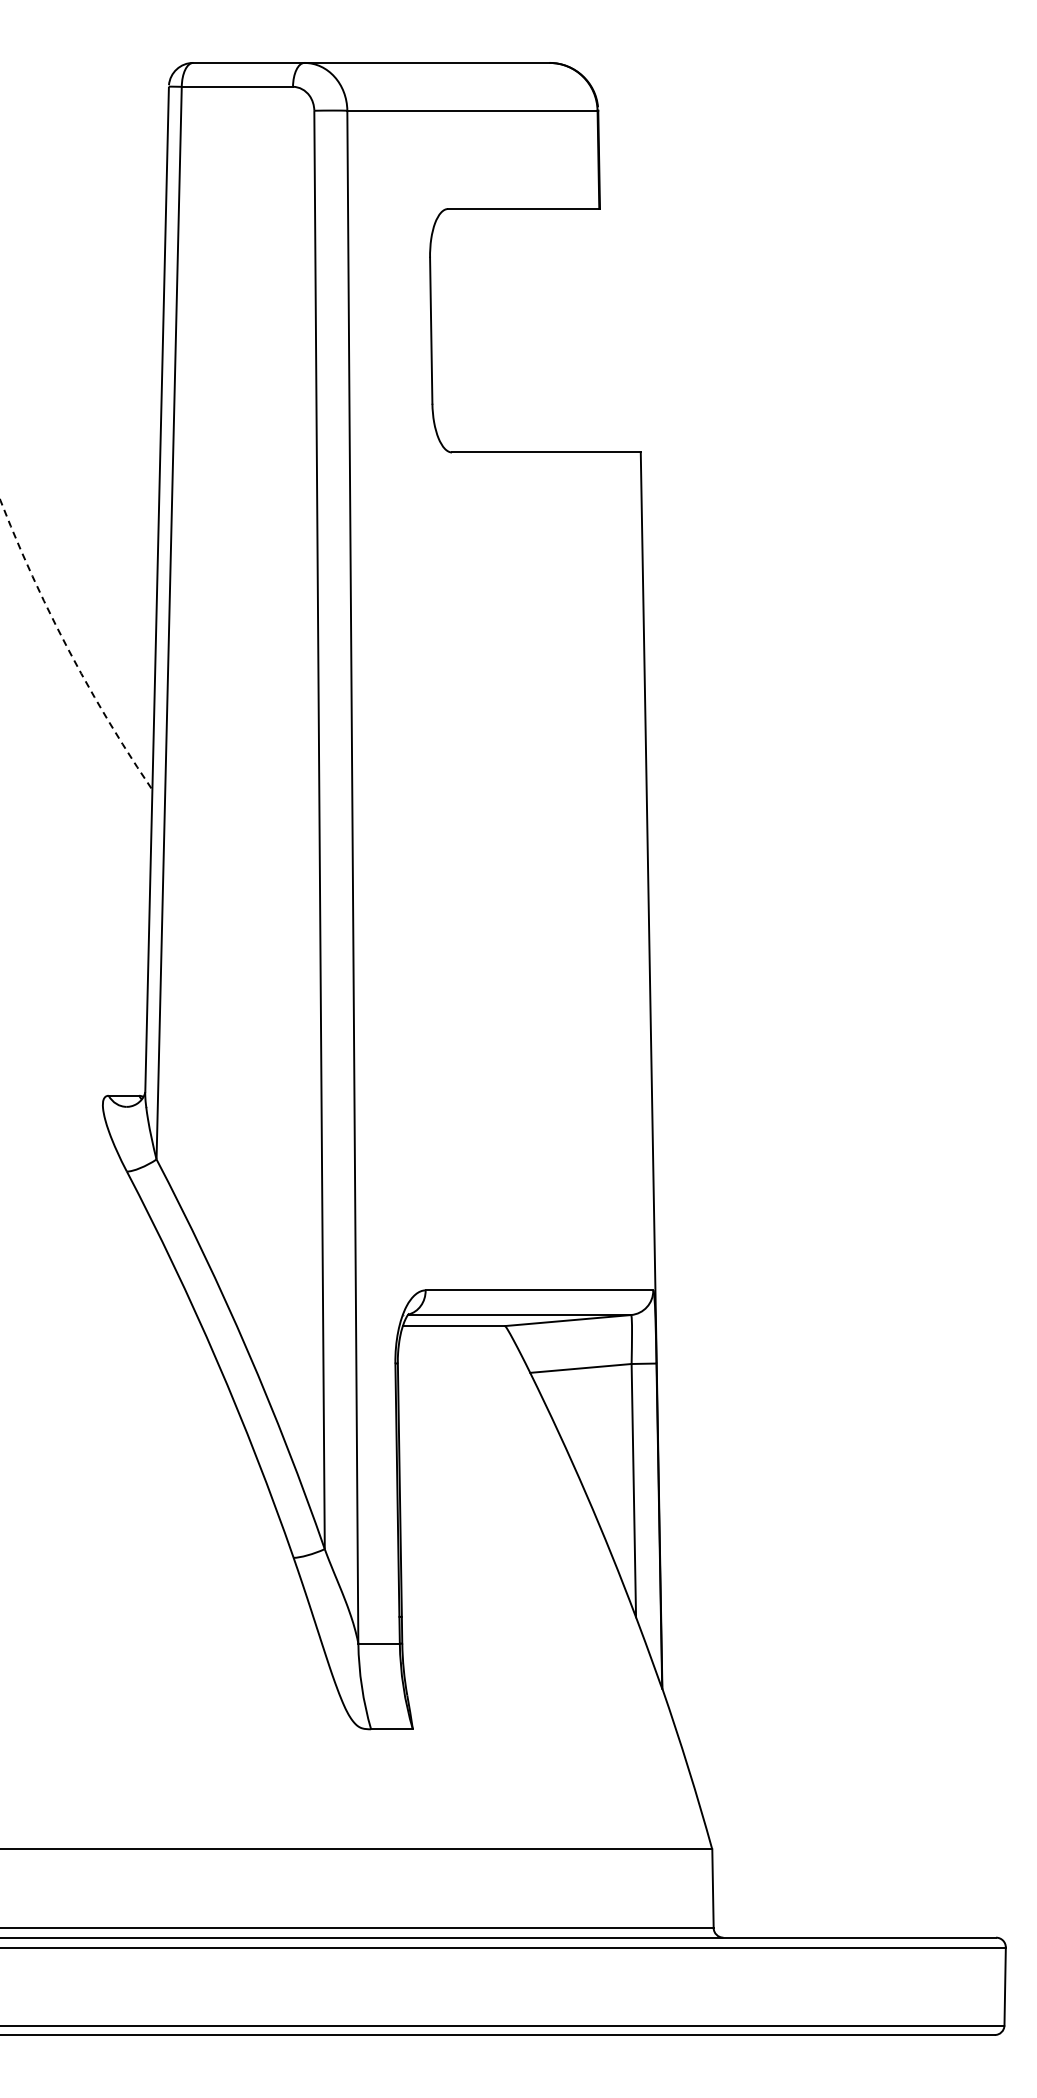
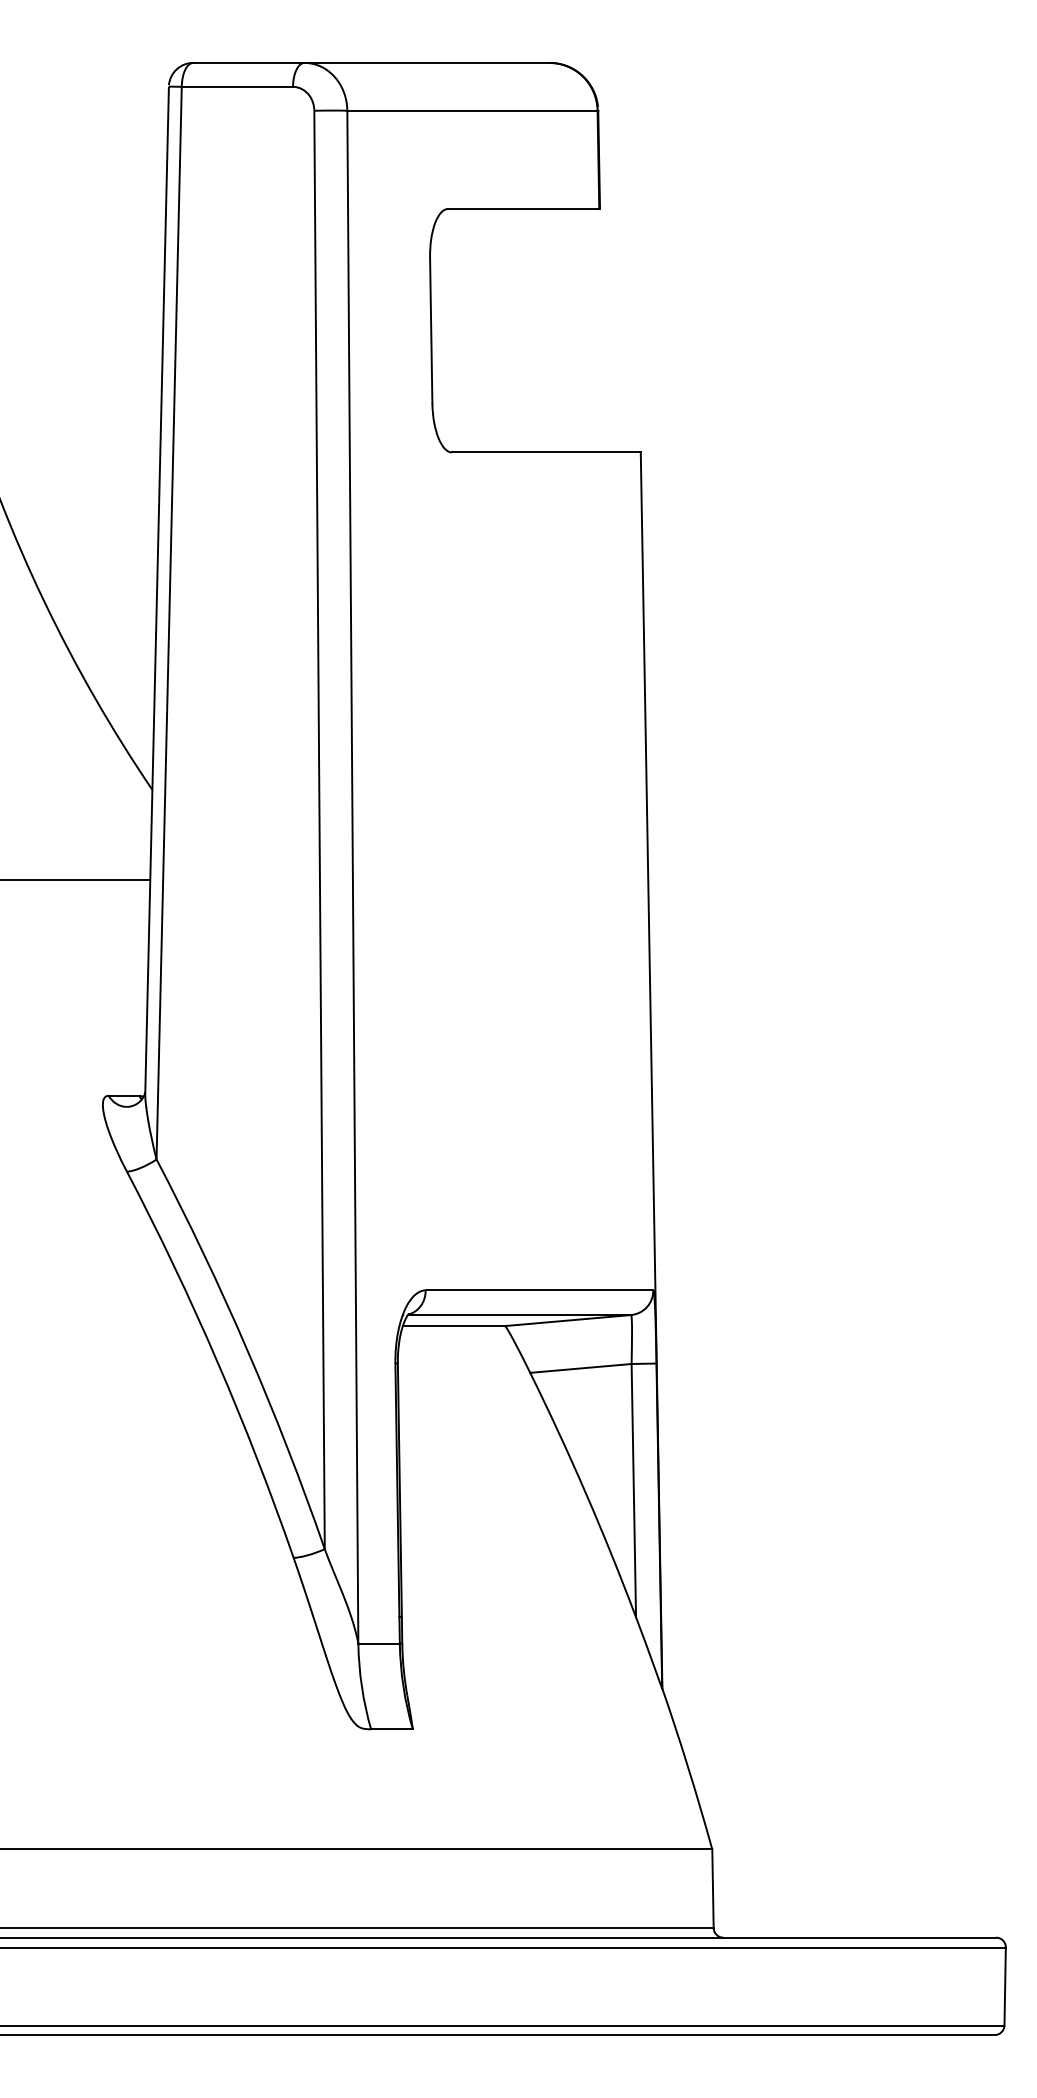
arc at (67, 648): dashed -> solid
line at (76, 879): none -> present
